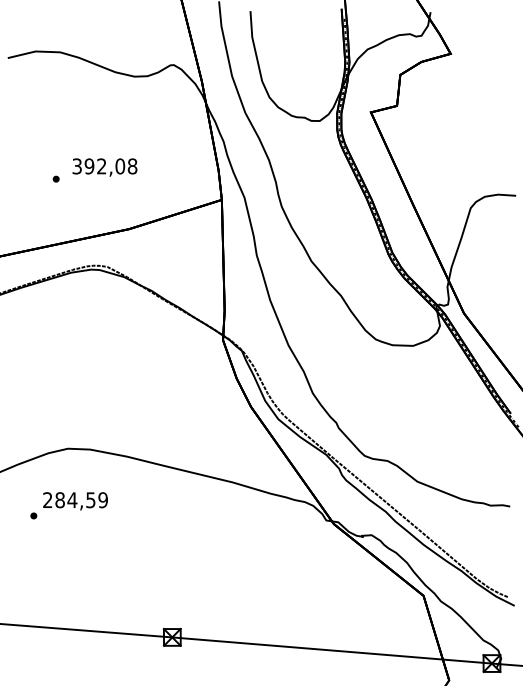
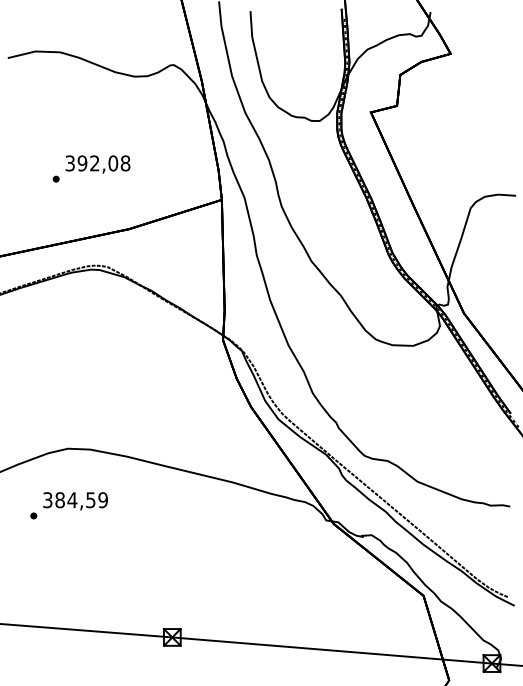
text at (104, 167) position: (104, 167) -> (97, 164)
text at (47, 500): 284,59 -> 384,59
